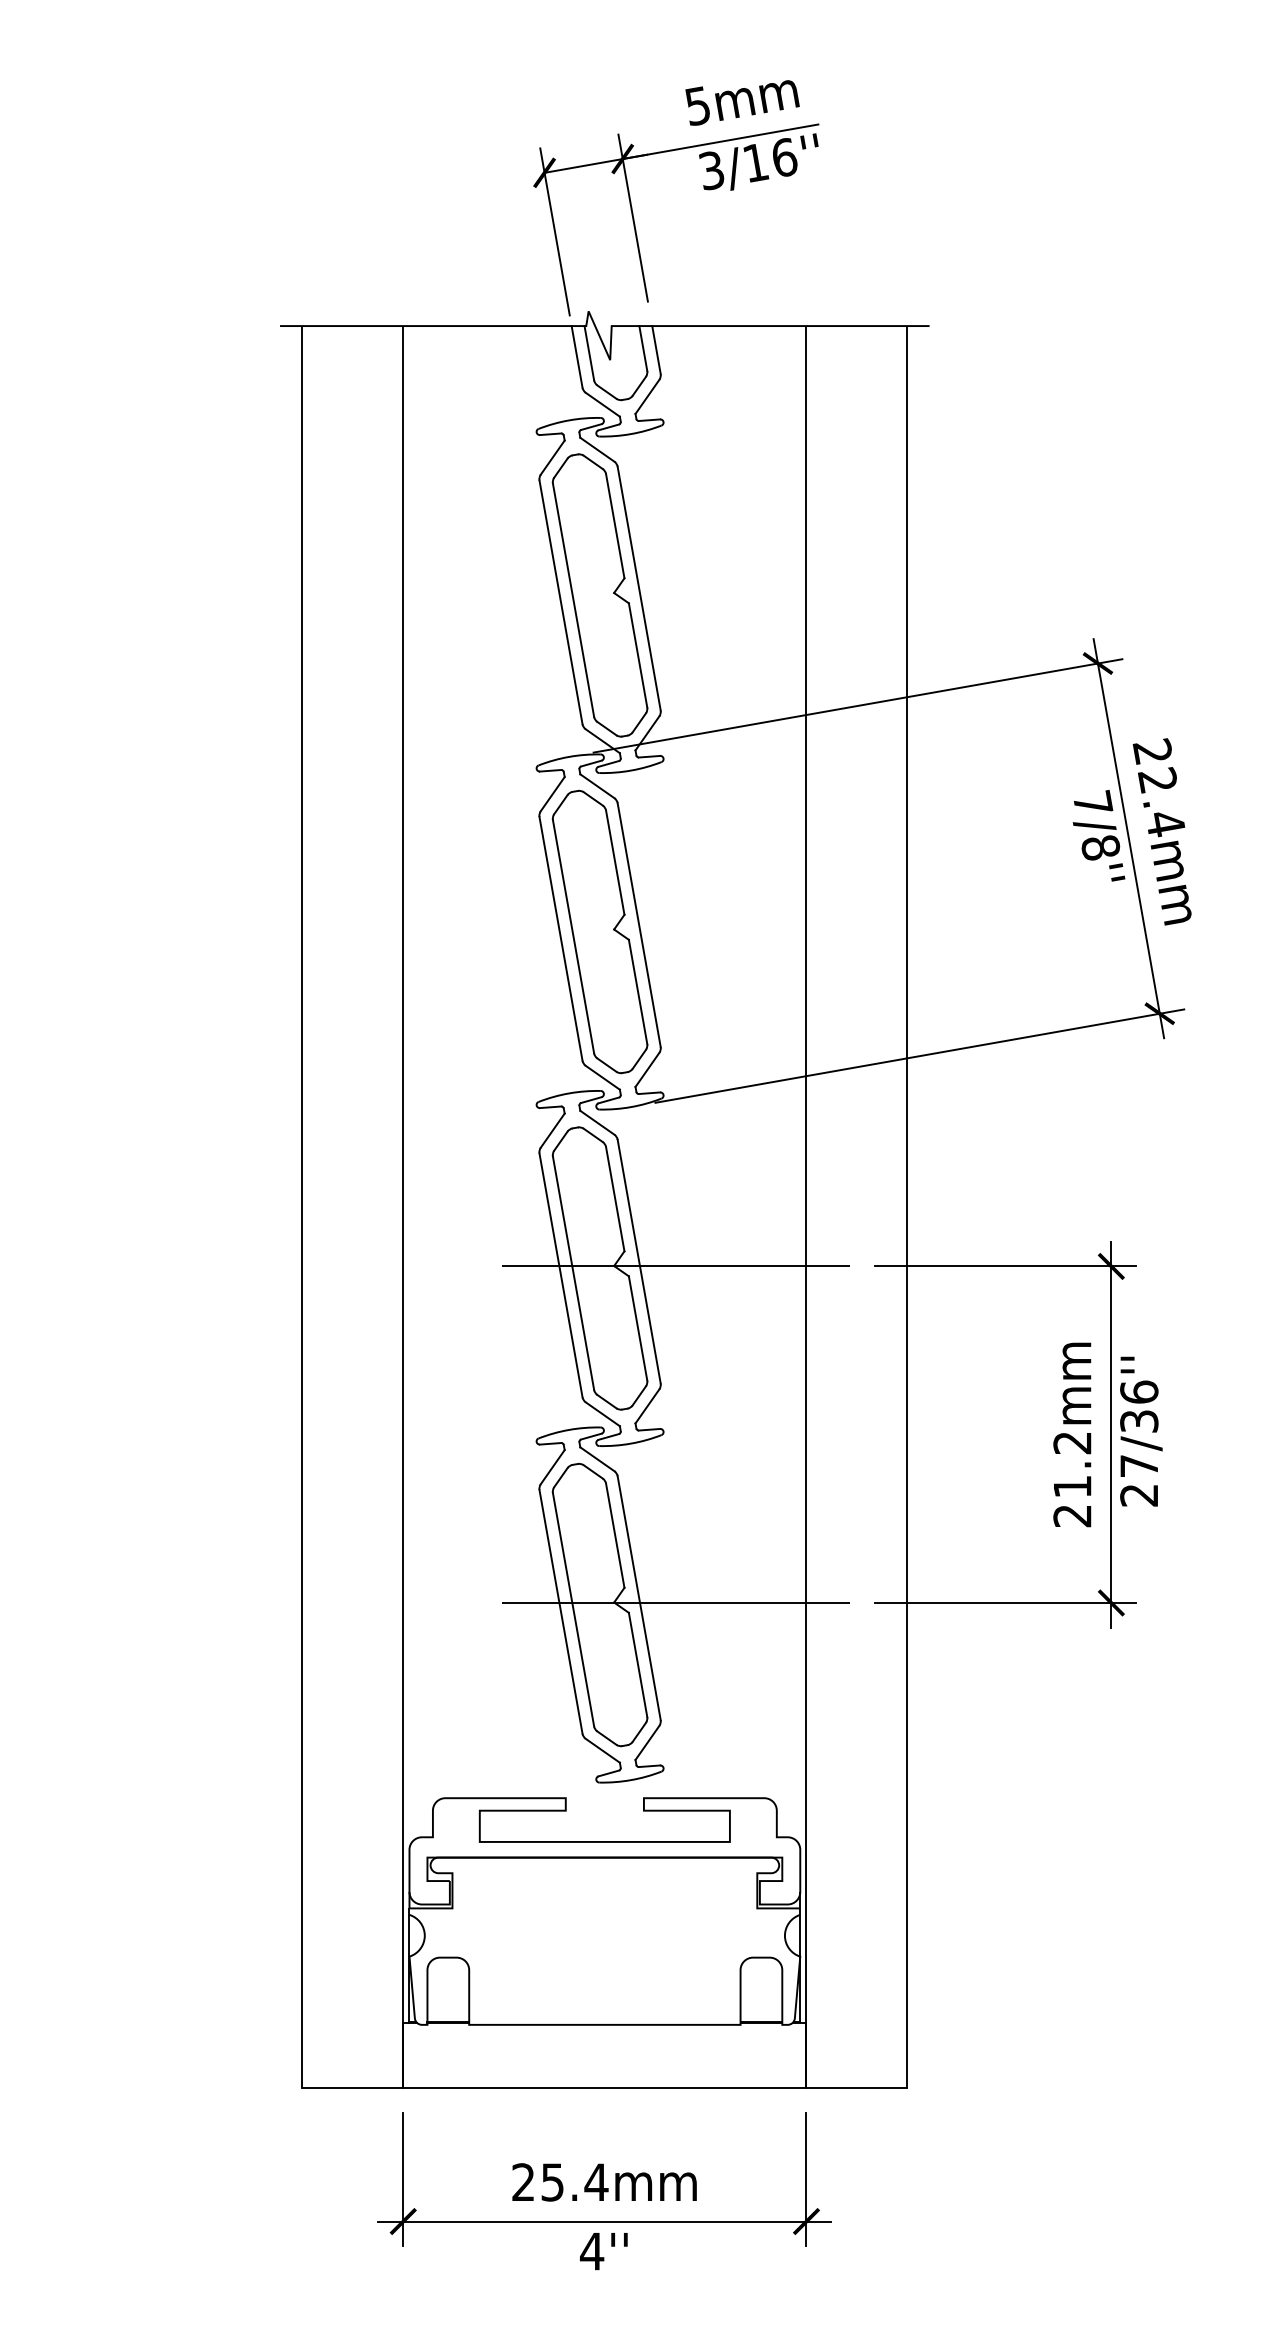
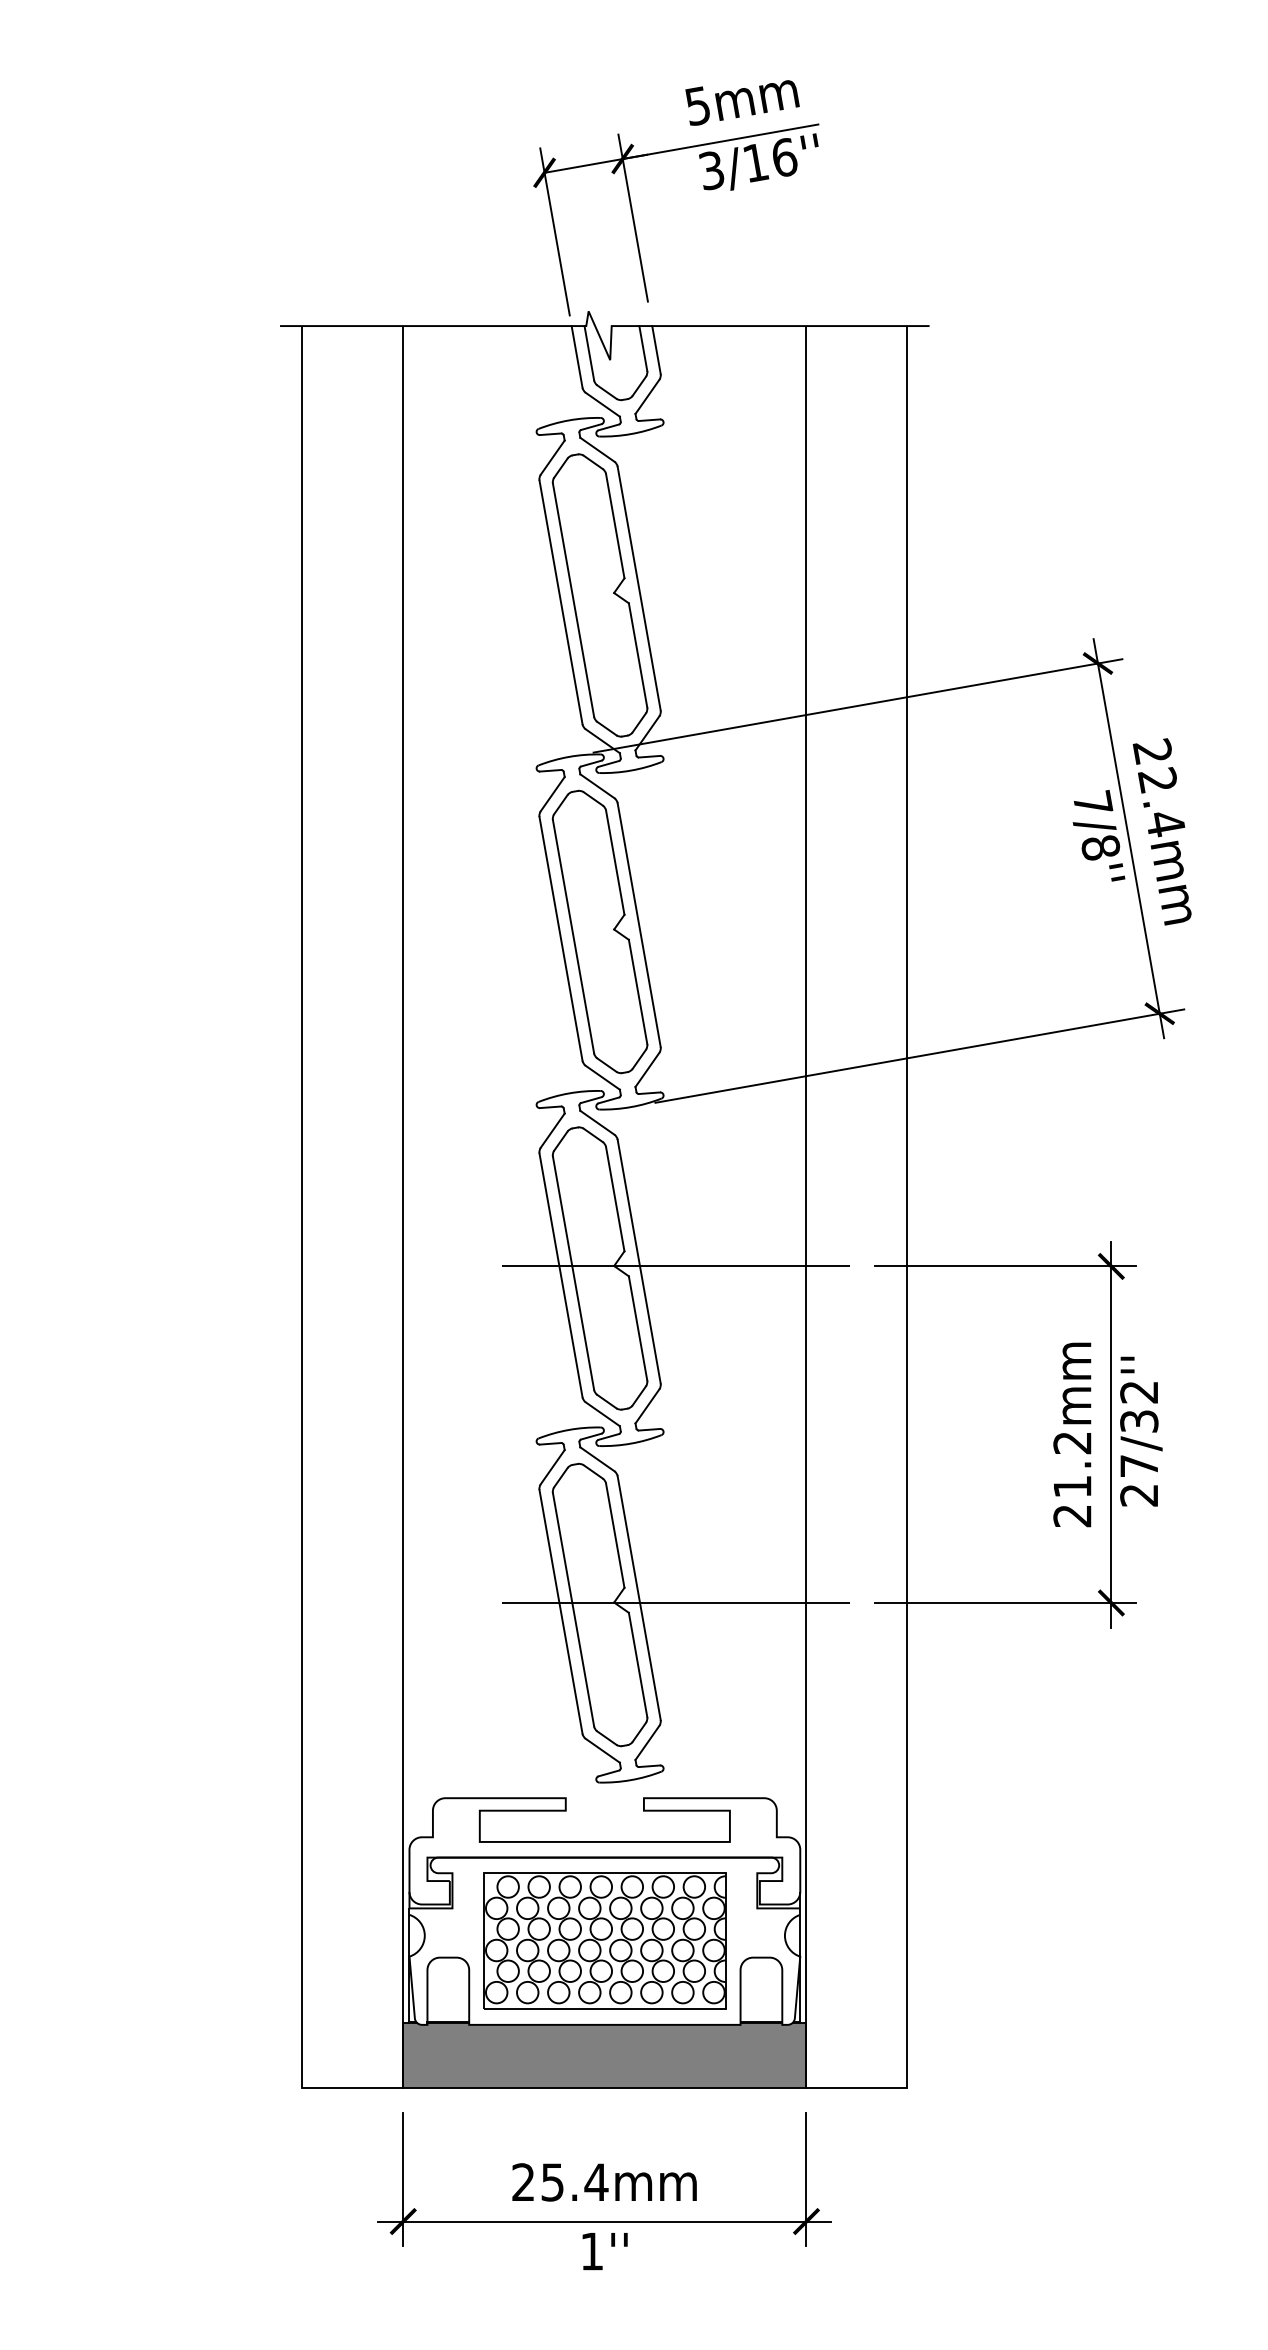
text at (1139, 1391): 27/36'' -> 27/32''
part at (604, 1940): none -> present
fill at (604, 2055): none -> present
text at (592, 2251): 4'' -> 1''
